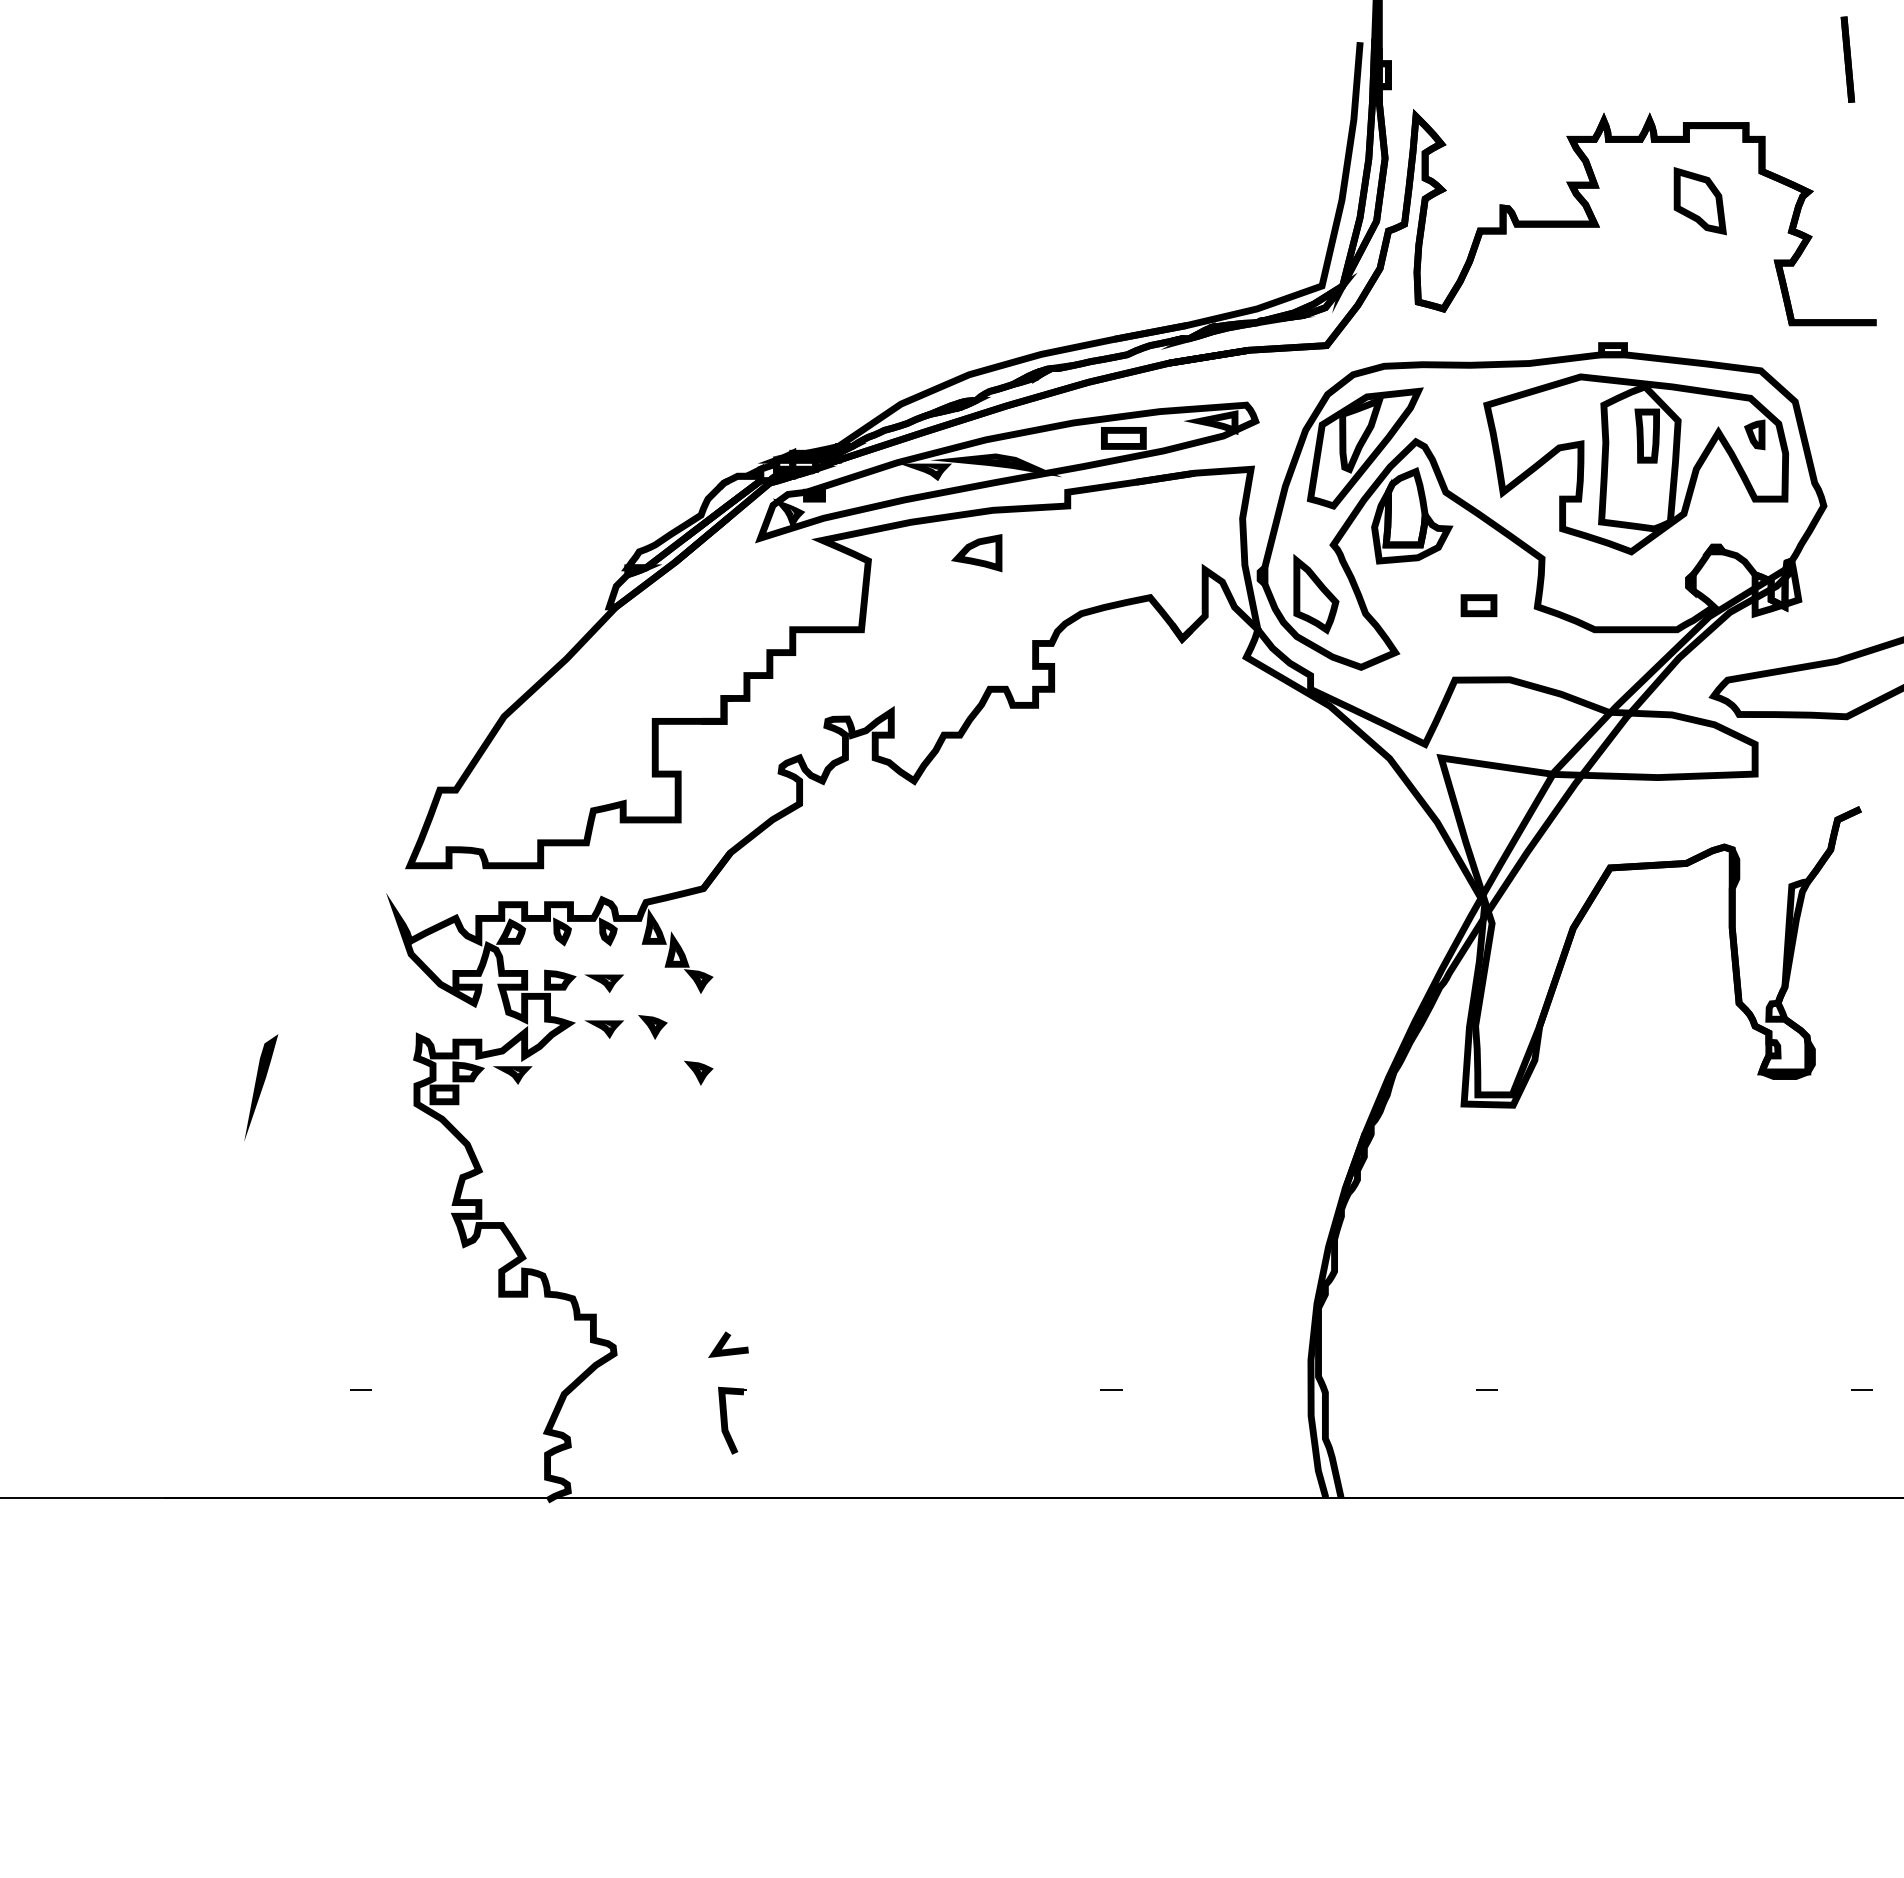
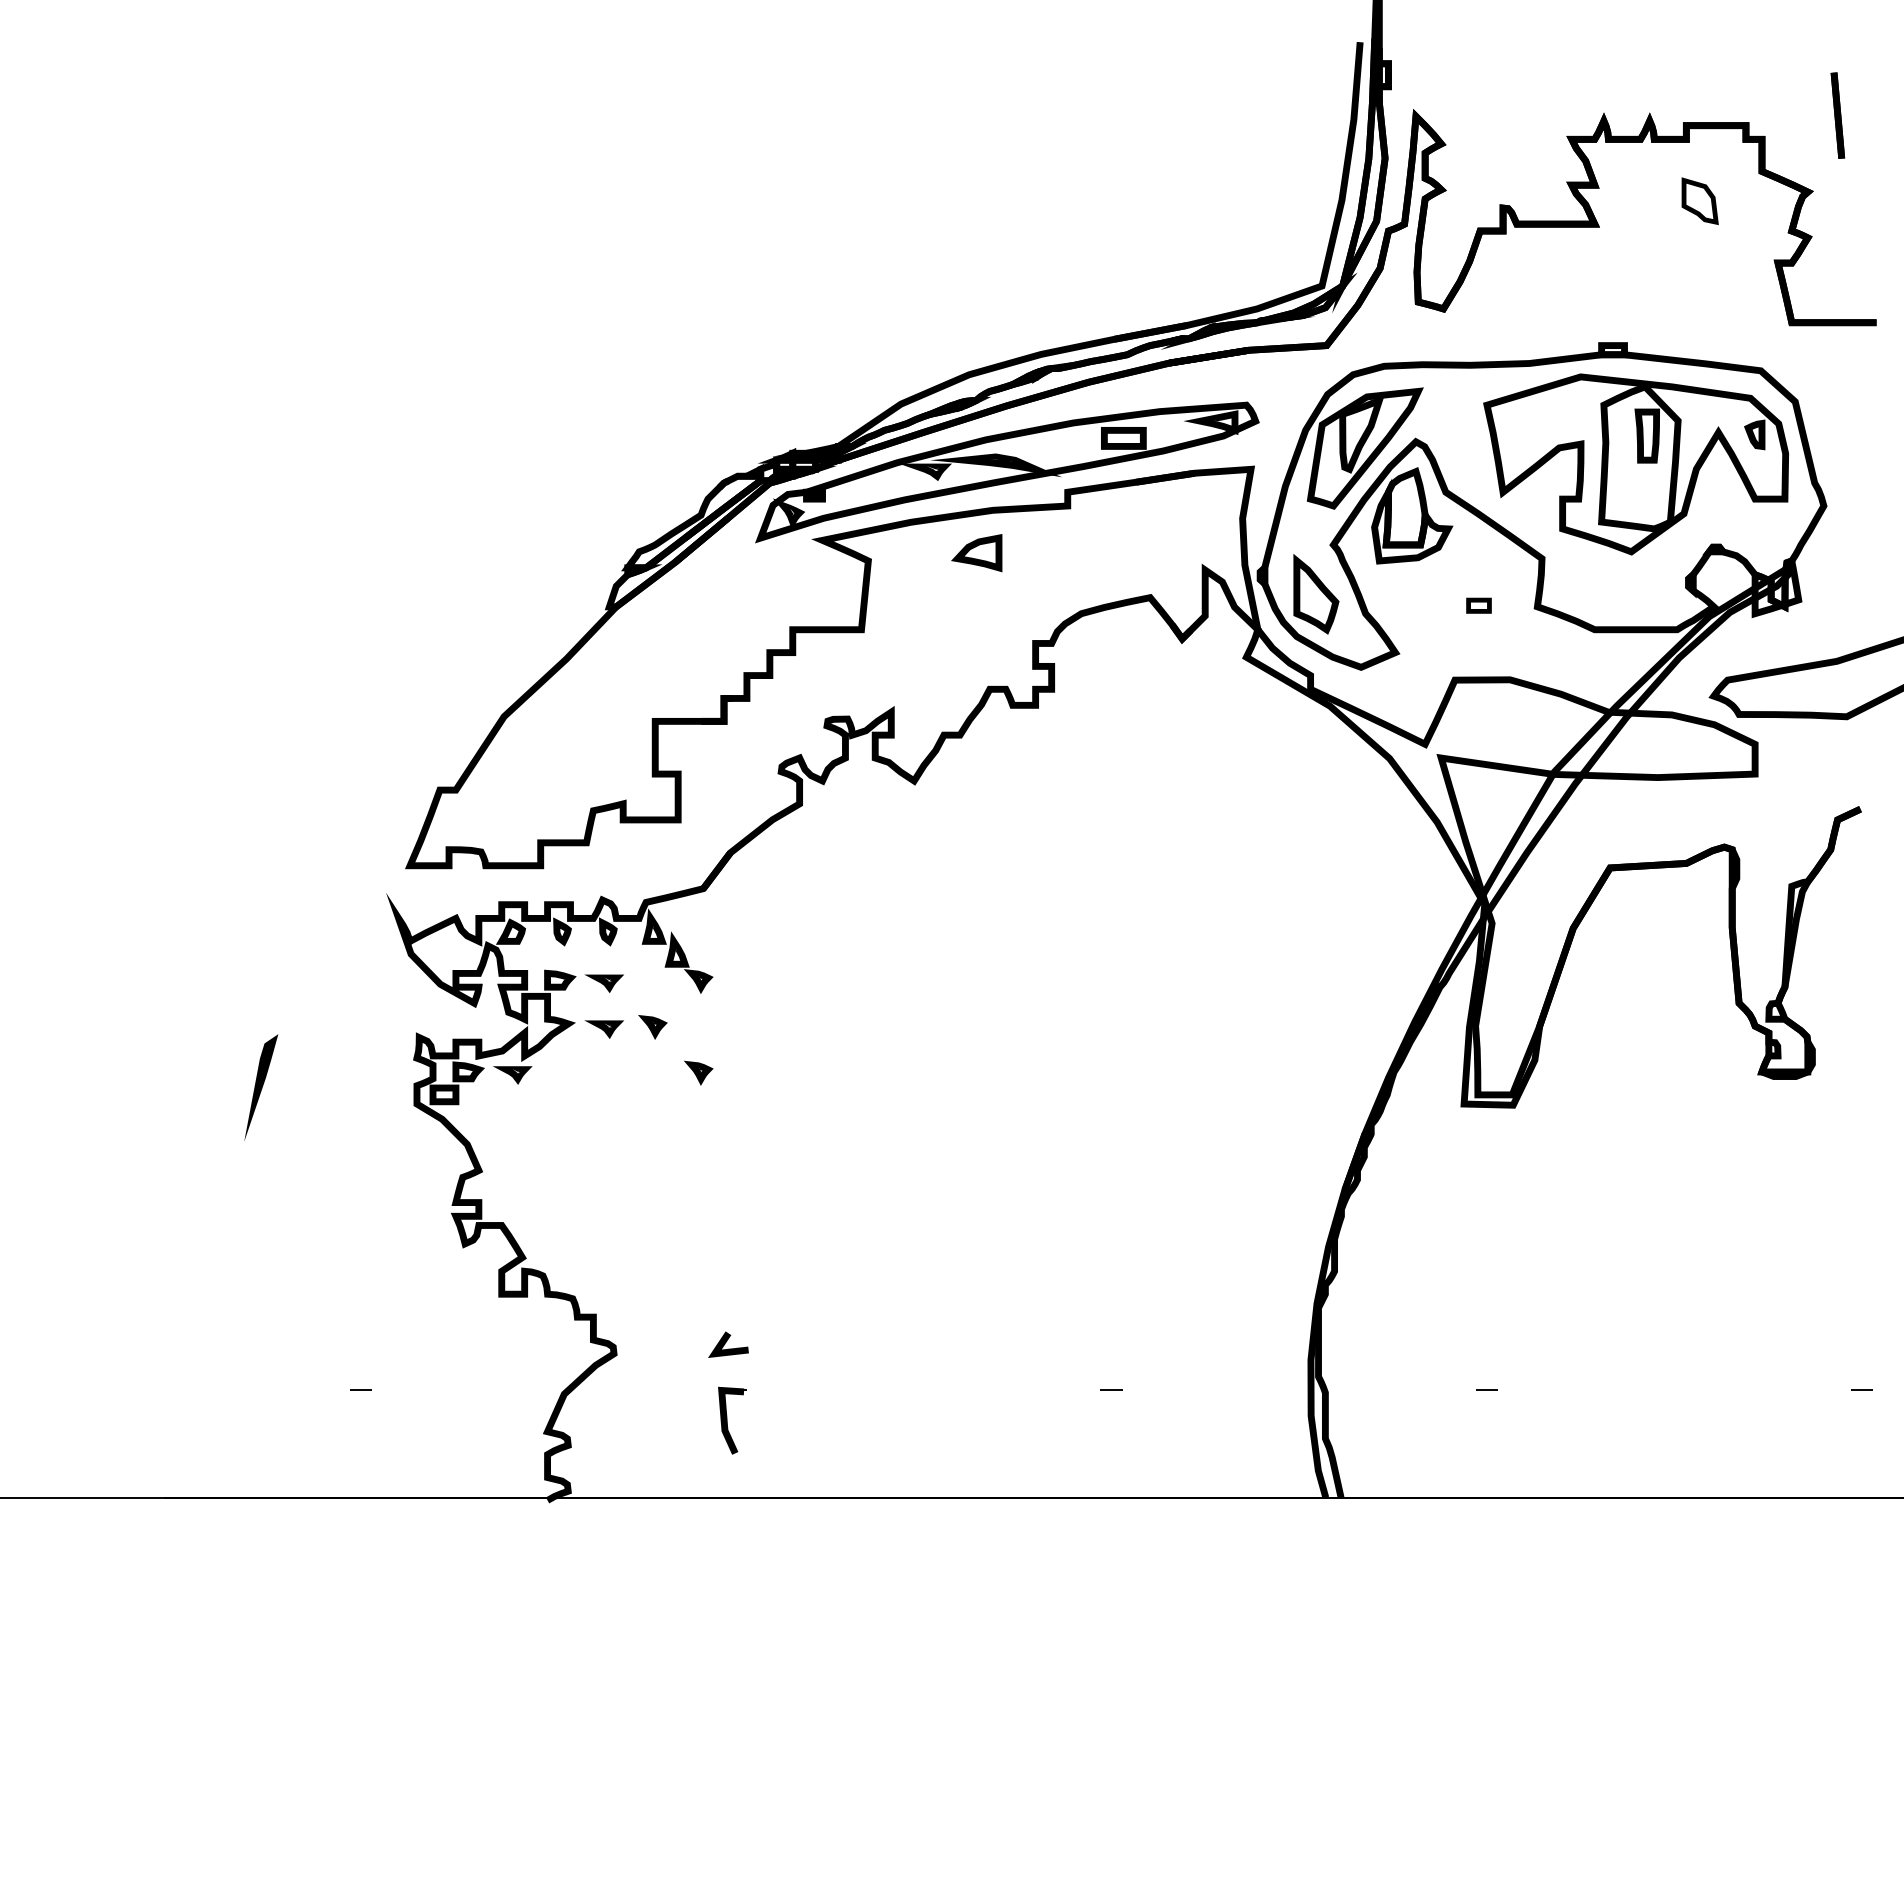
part at (1847, 59) position: (1847, 59) -> (1837, 115)
part at (1699, 201) size: 54x69 px -> 38x49 px
part at (1478, 605) size: 38x24 px -> 26x17 px
